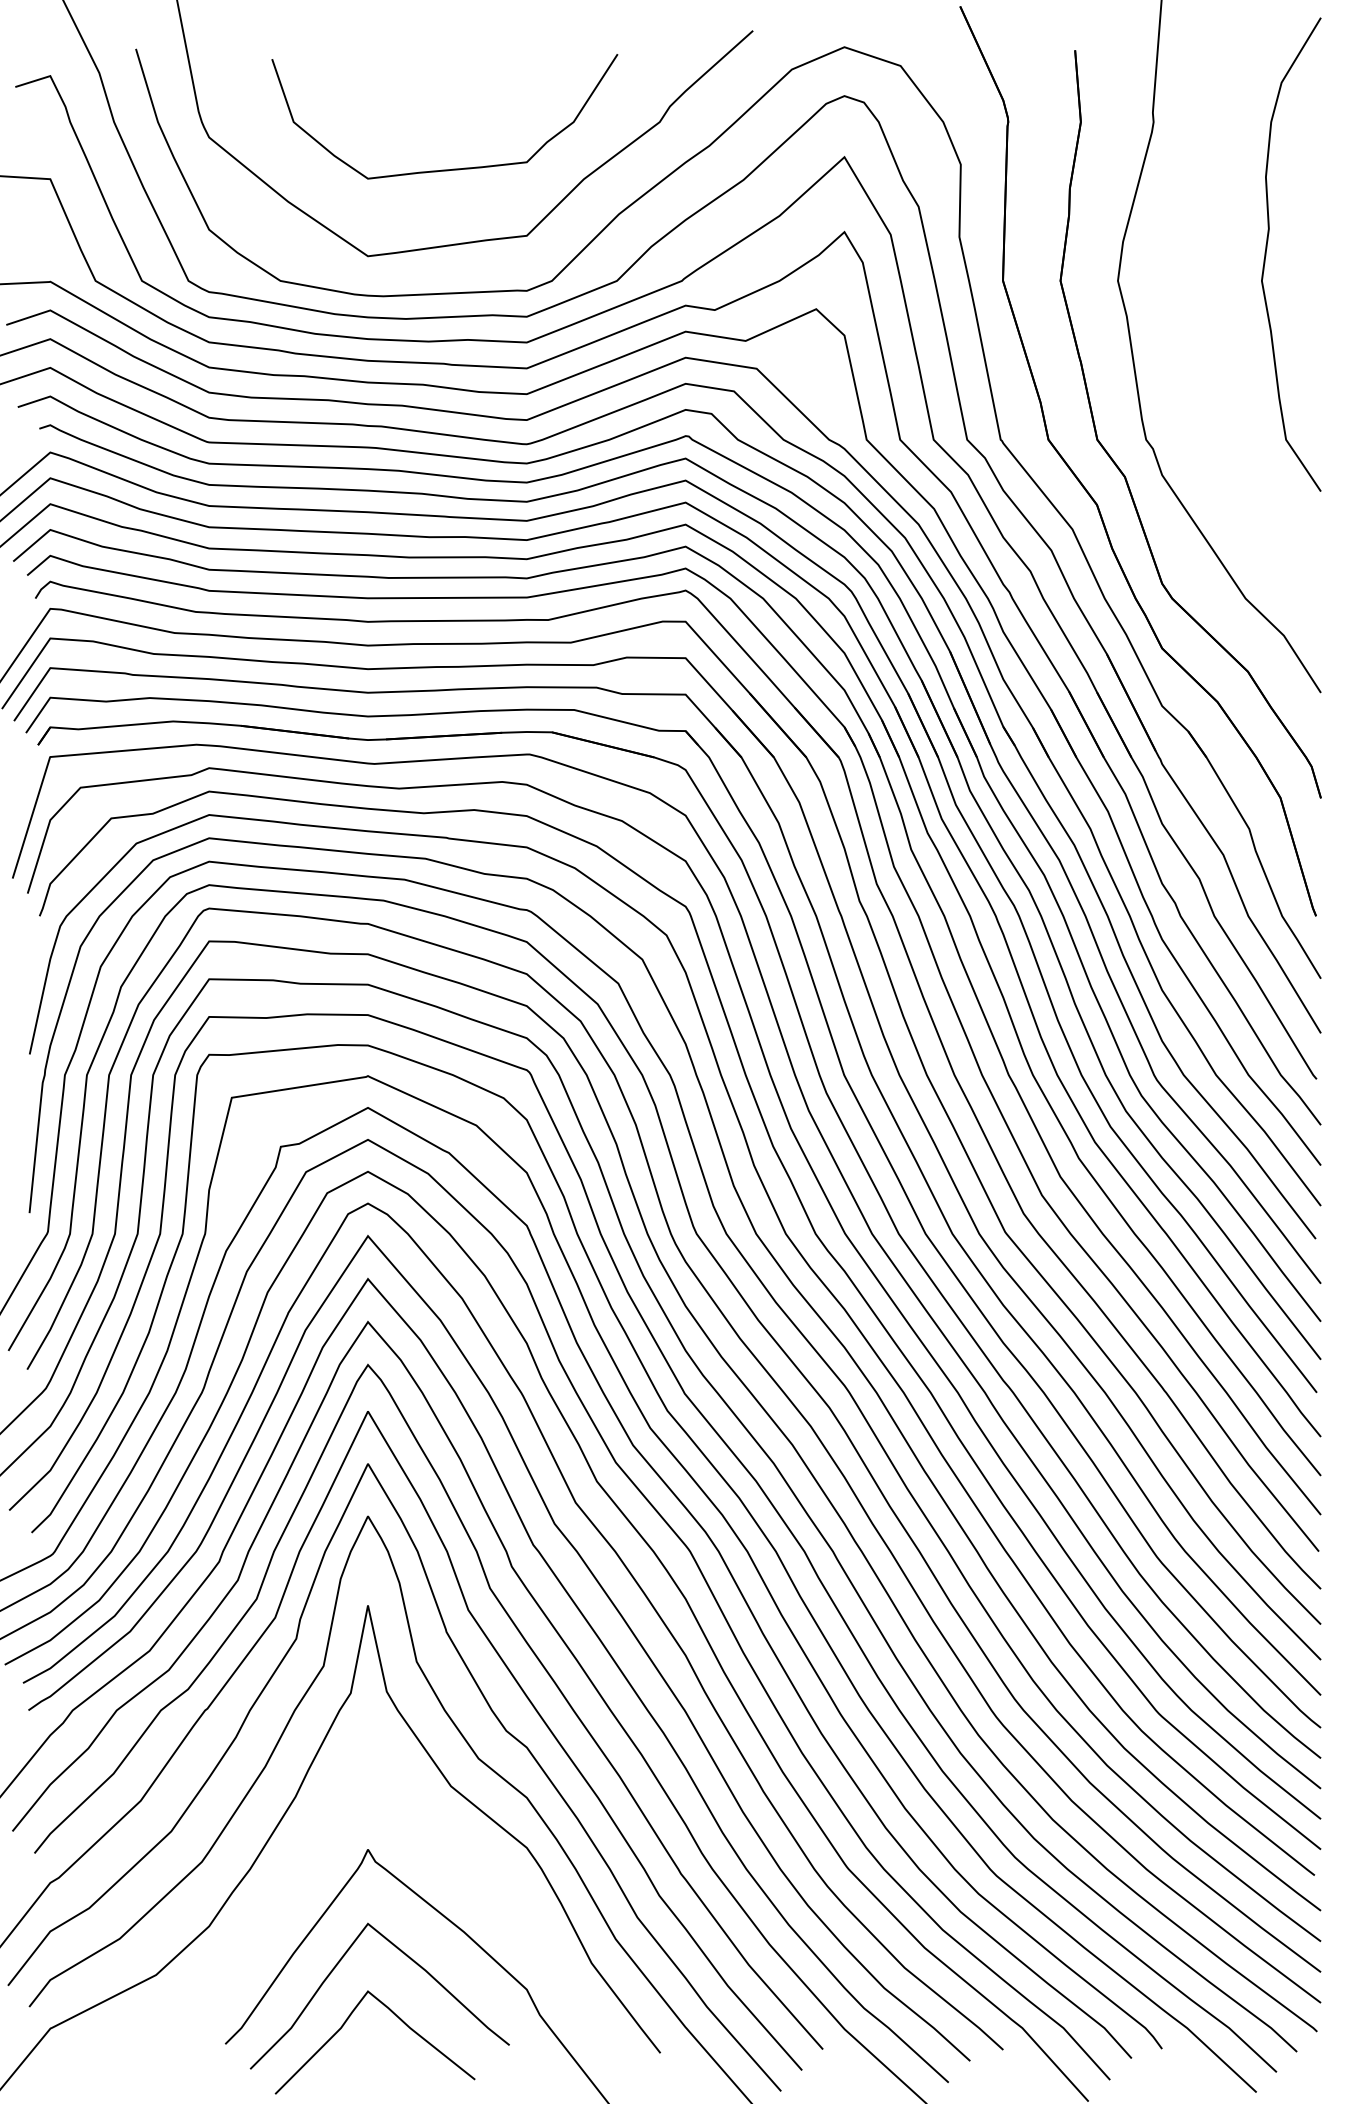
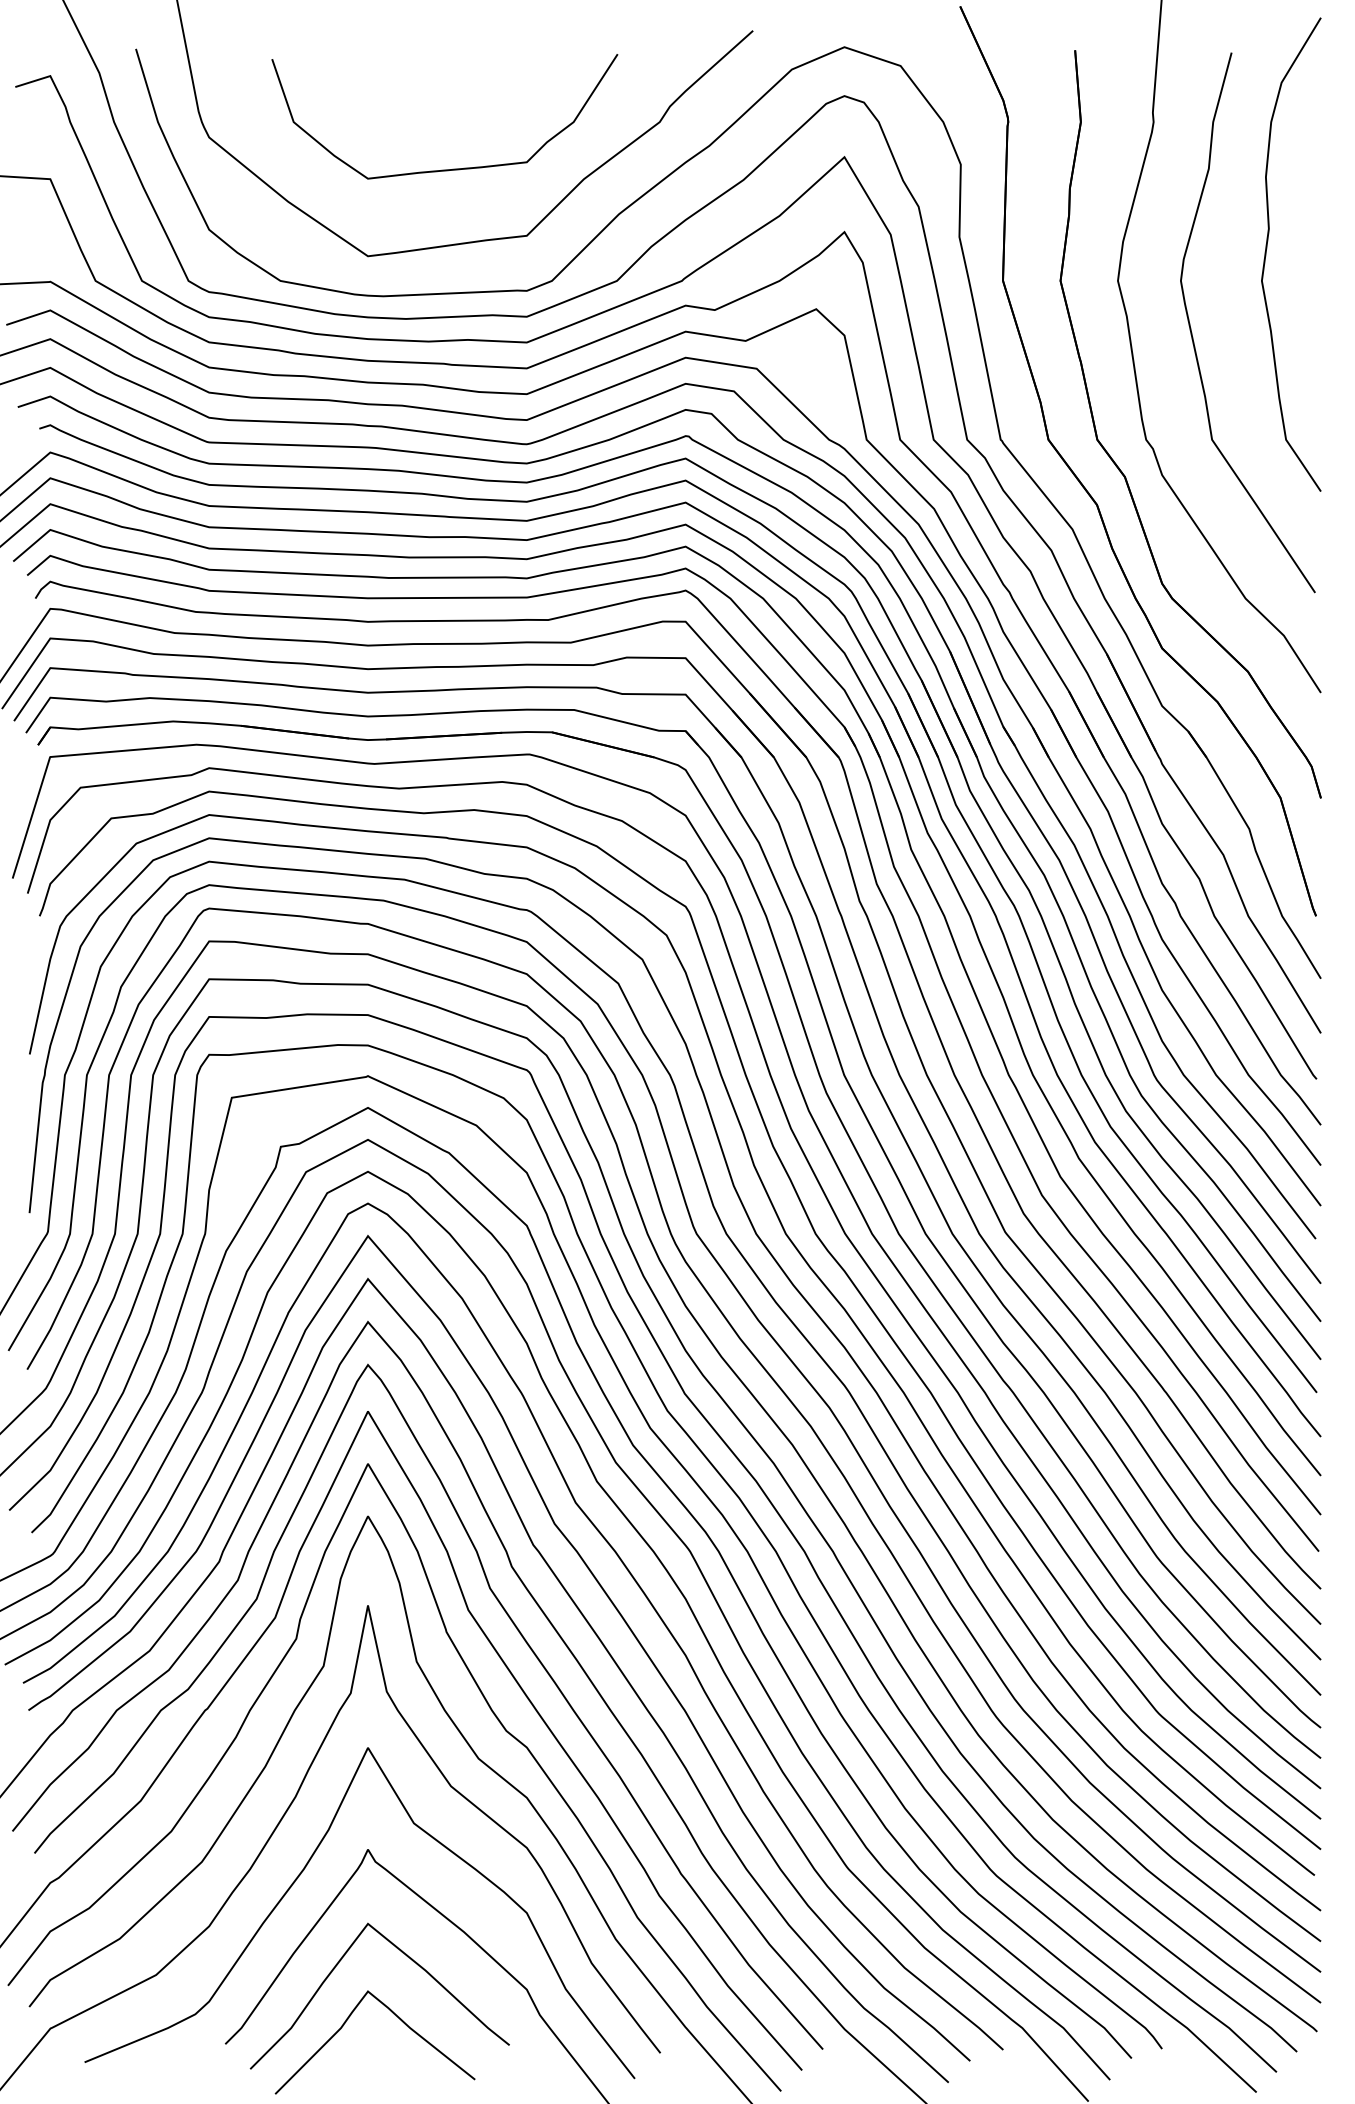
curve at (1192, 332): none -> present
curve at (304, 1870): none -> present
